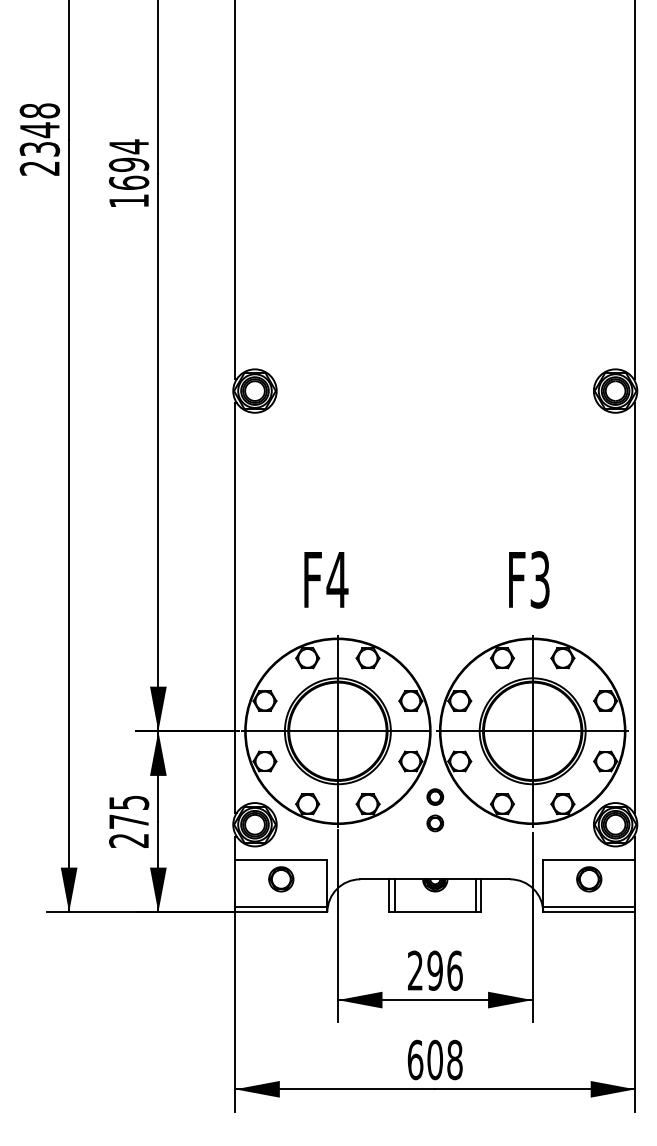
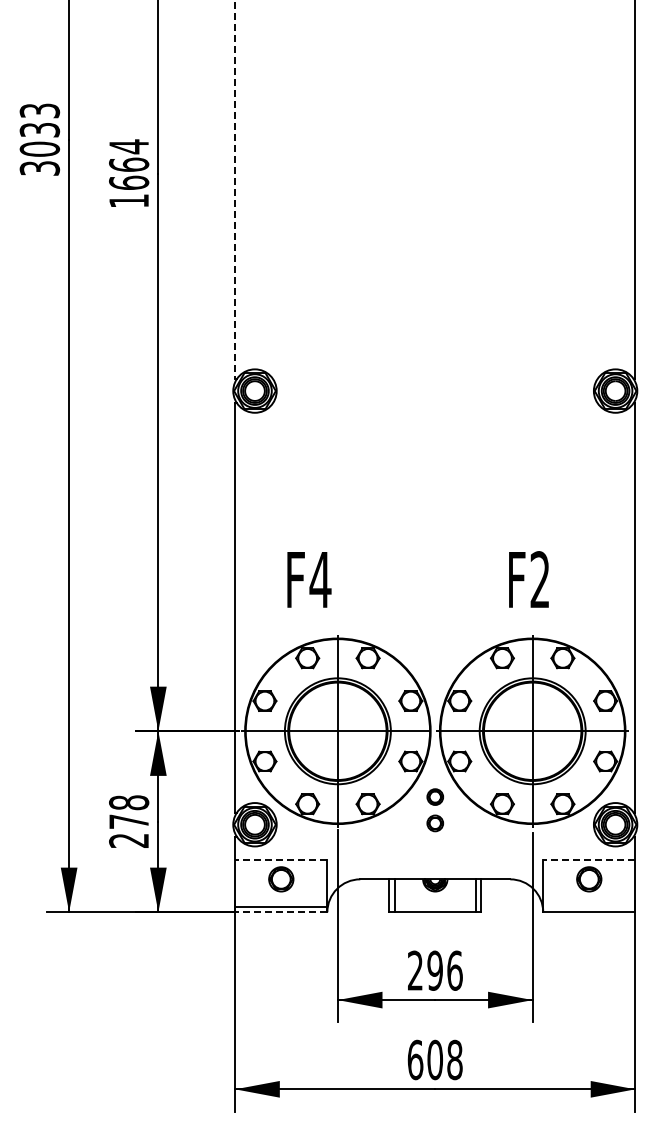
text at (39, 139): 2348 -> 3033
text at (129, 164): 1694 -> 1664
line at (235, 189): solid -> dashed
text at (326, 579) position: (326, 579) -> (309, 579)
text at (539, 579): F3 -> F2
text at (129, 802): 275 -> 278
line at (280, 859): solid -> dashed
line at (588, 859): solid -> dashed
line at (589, 907): present -> none
line at (280, 912): solid -> dashed
